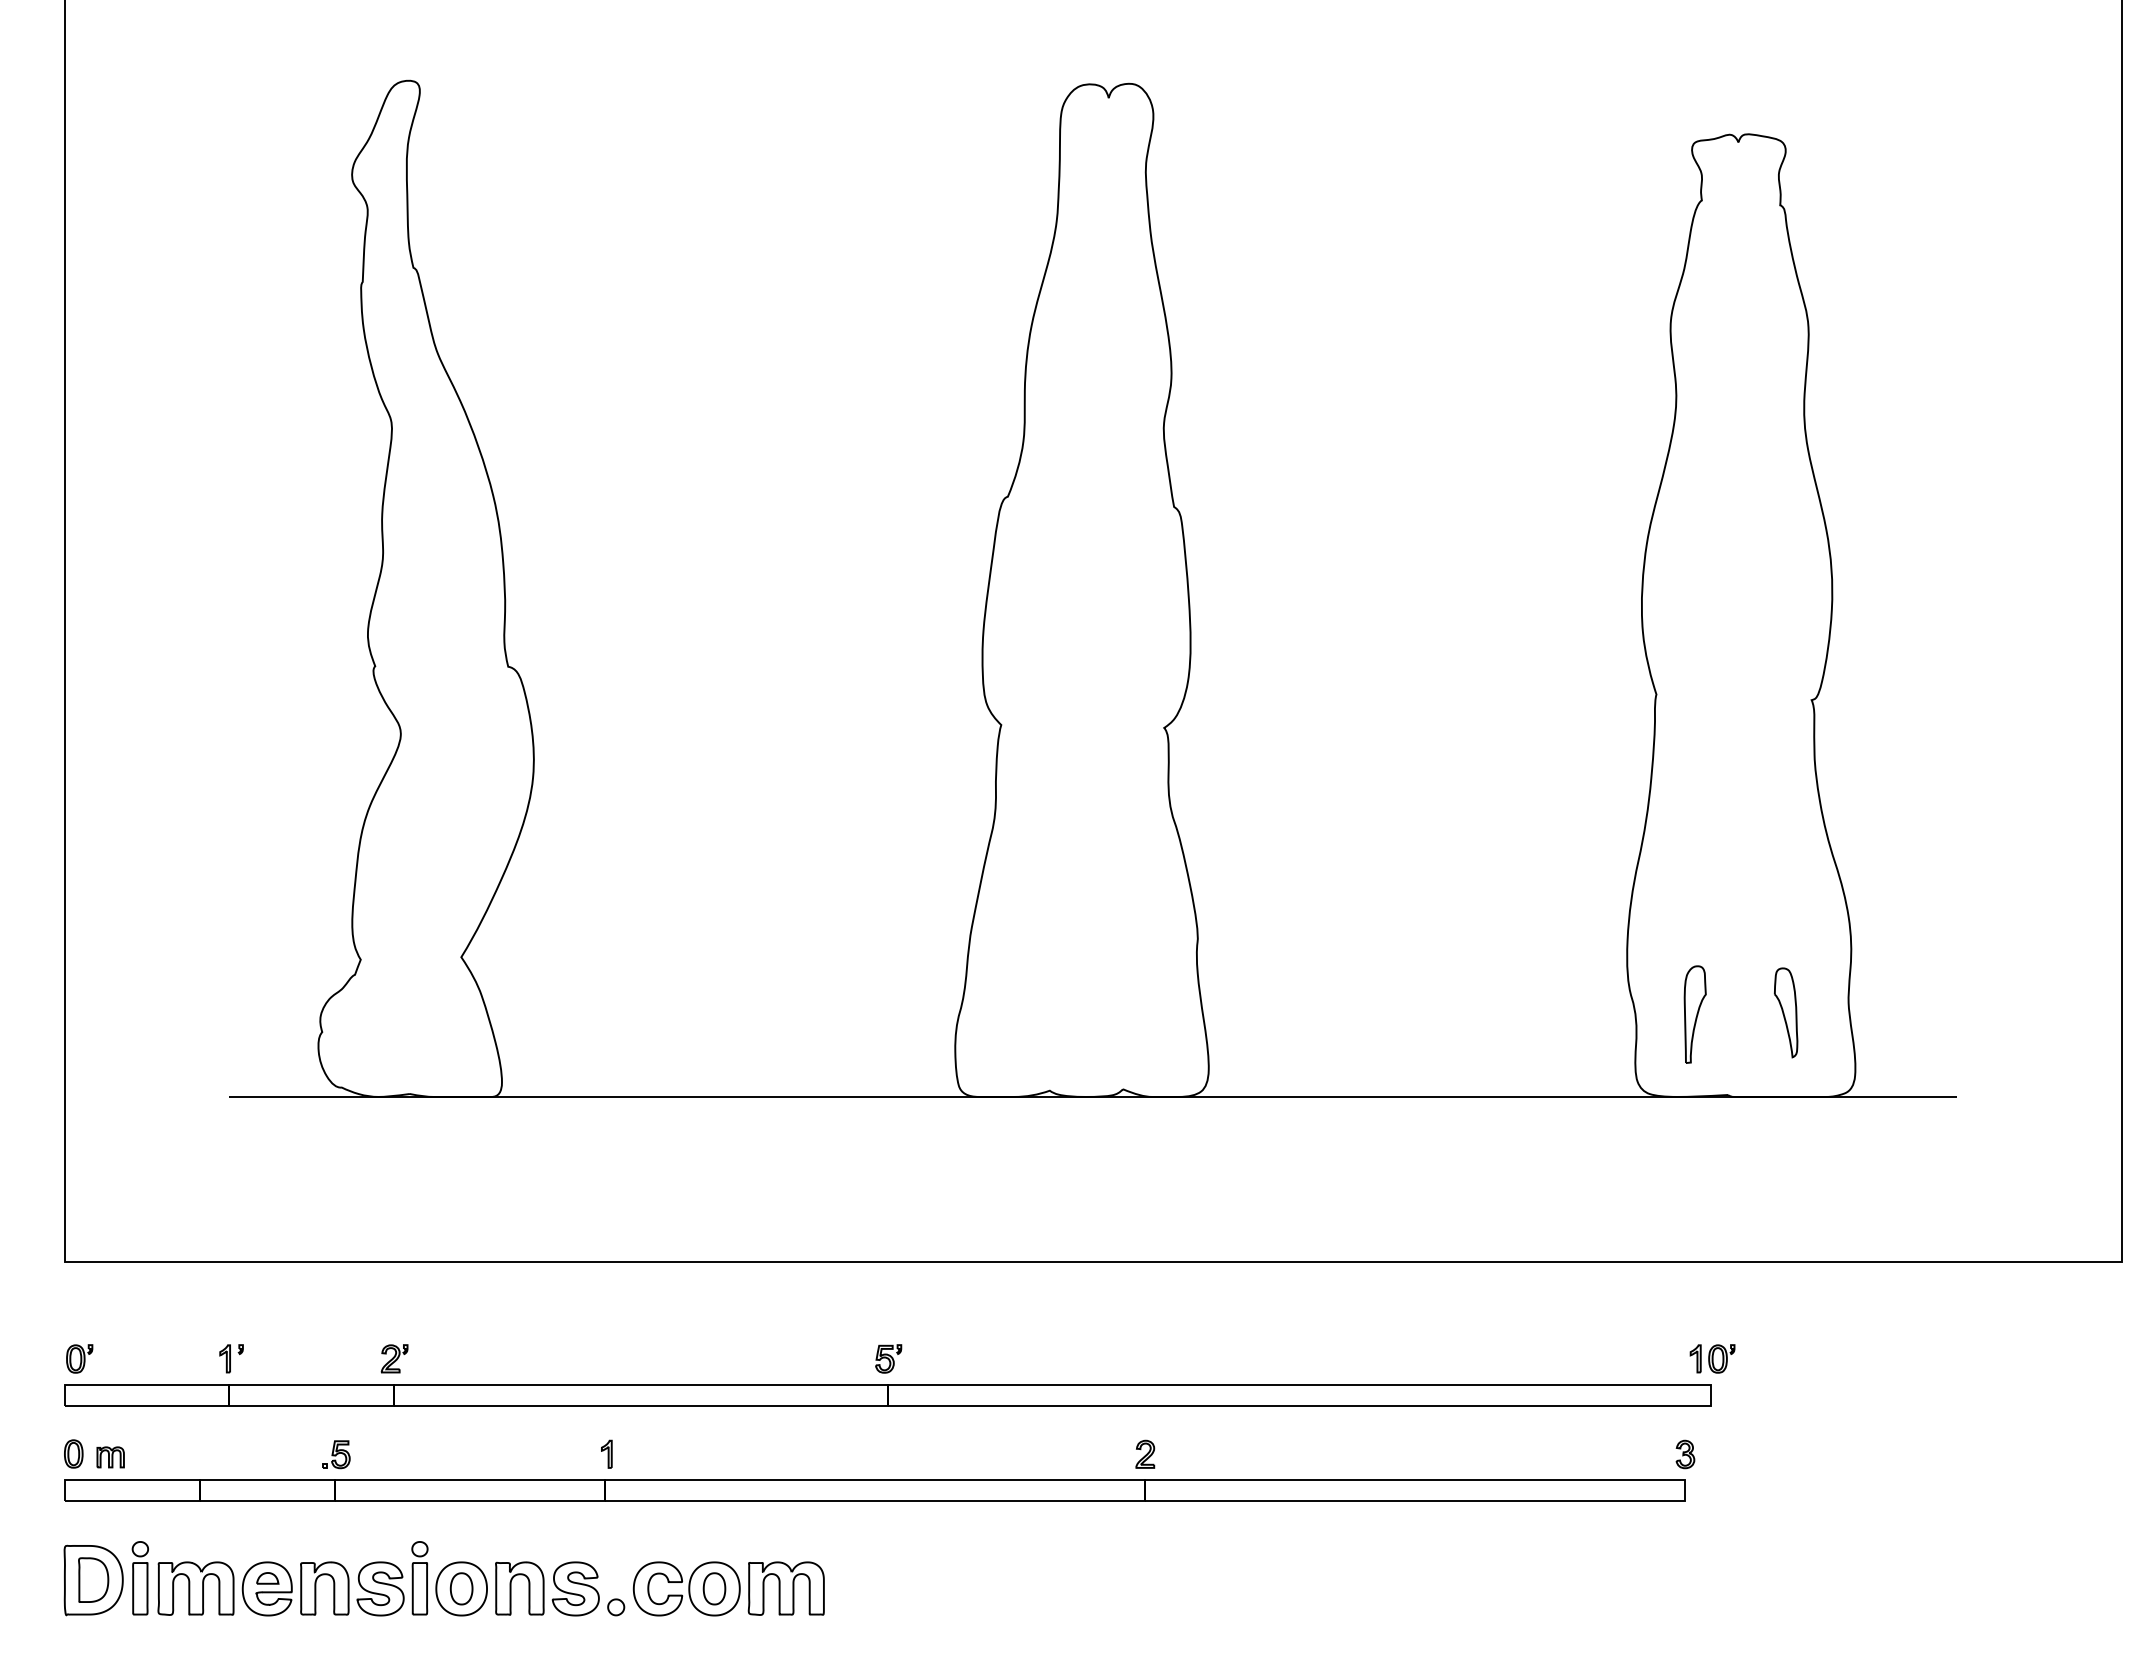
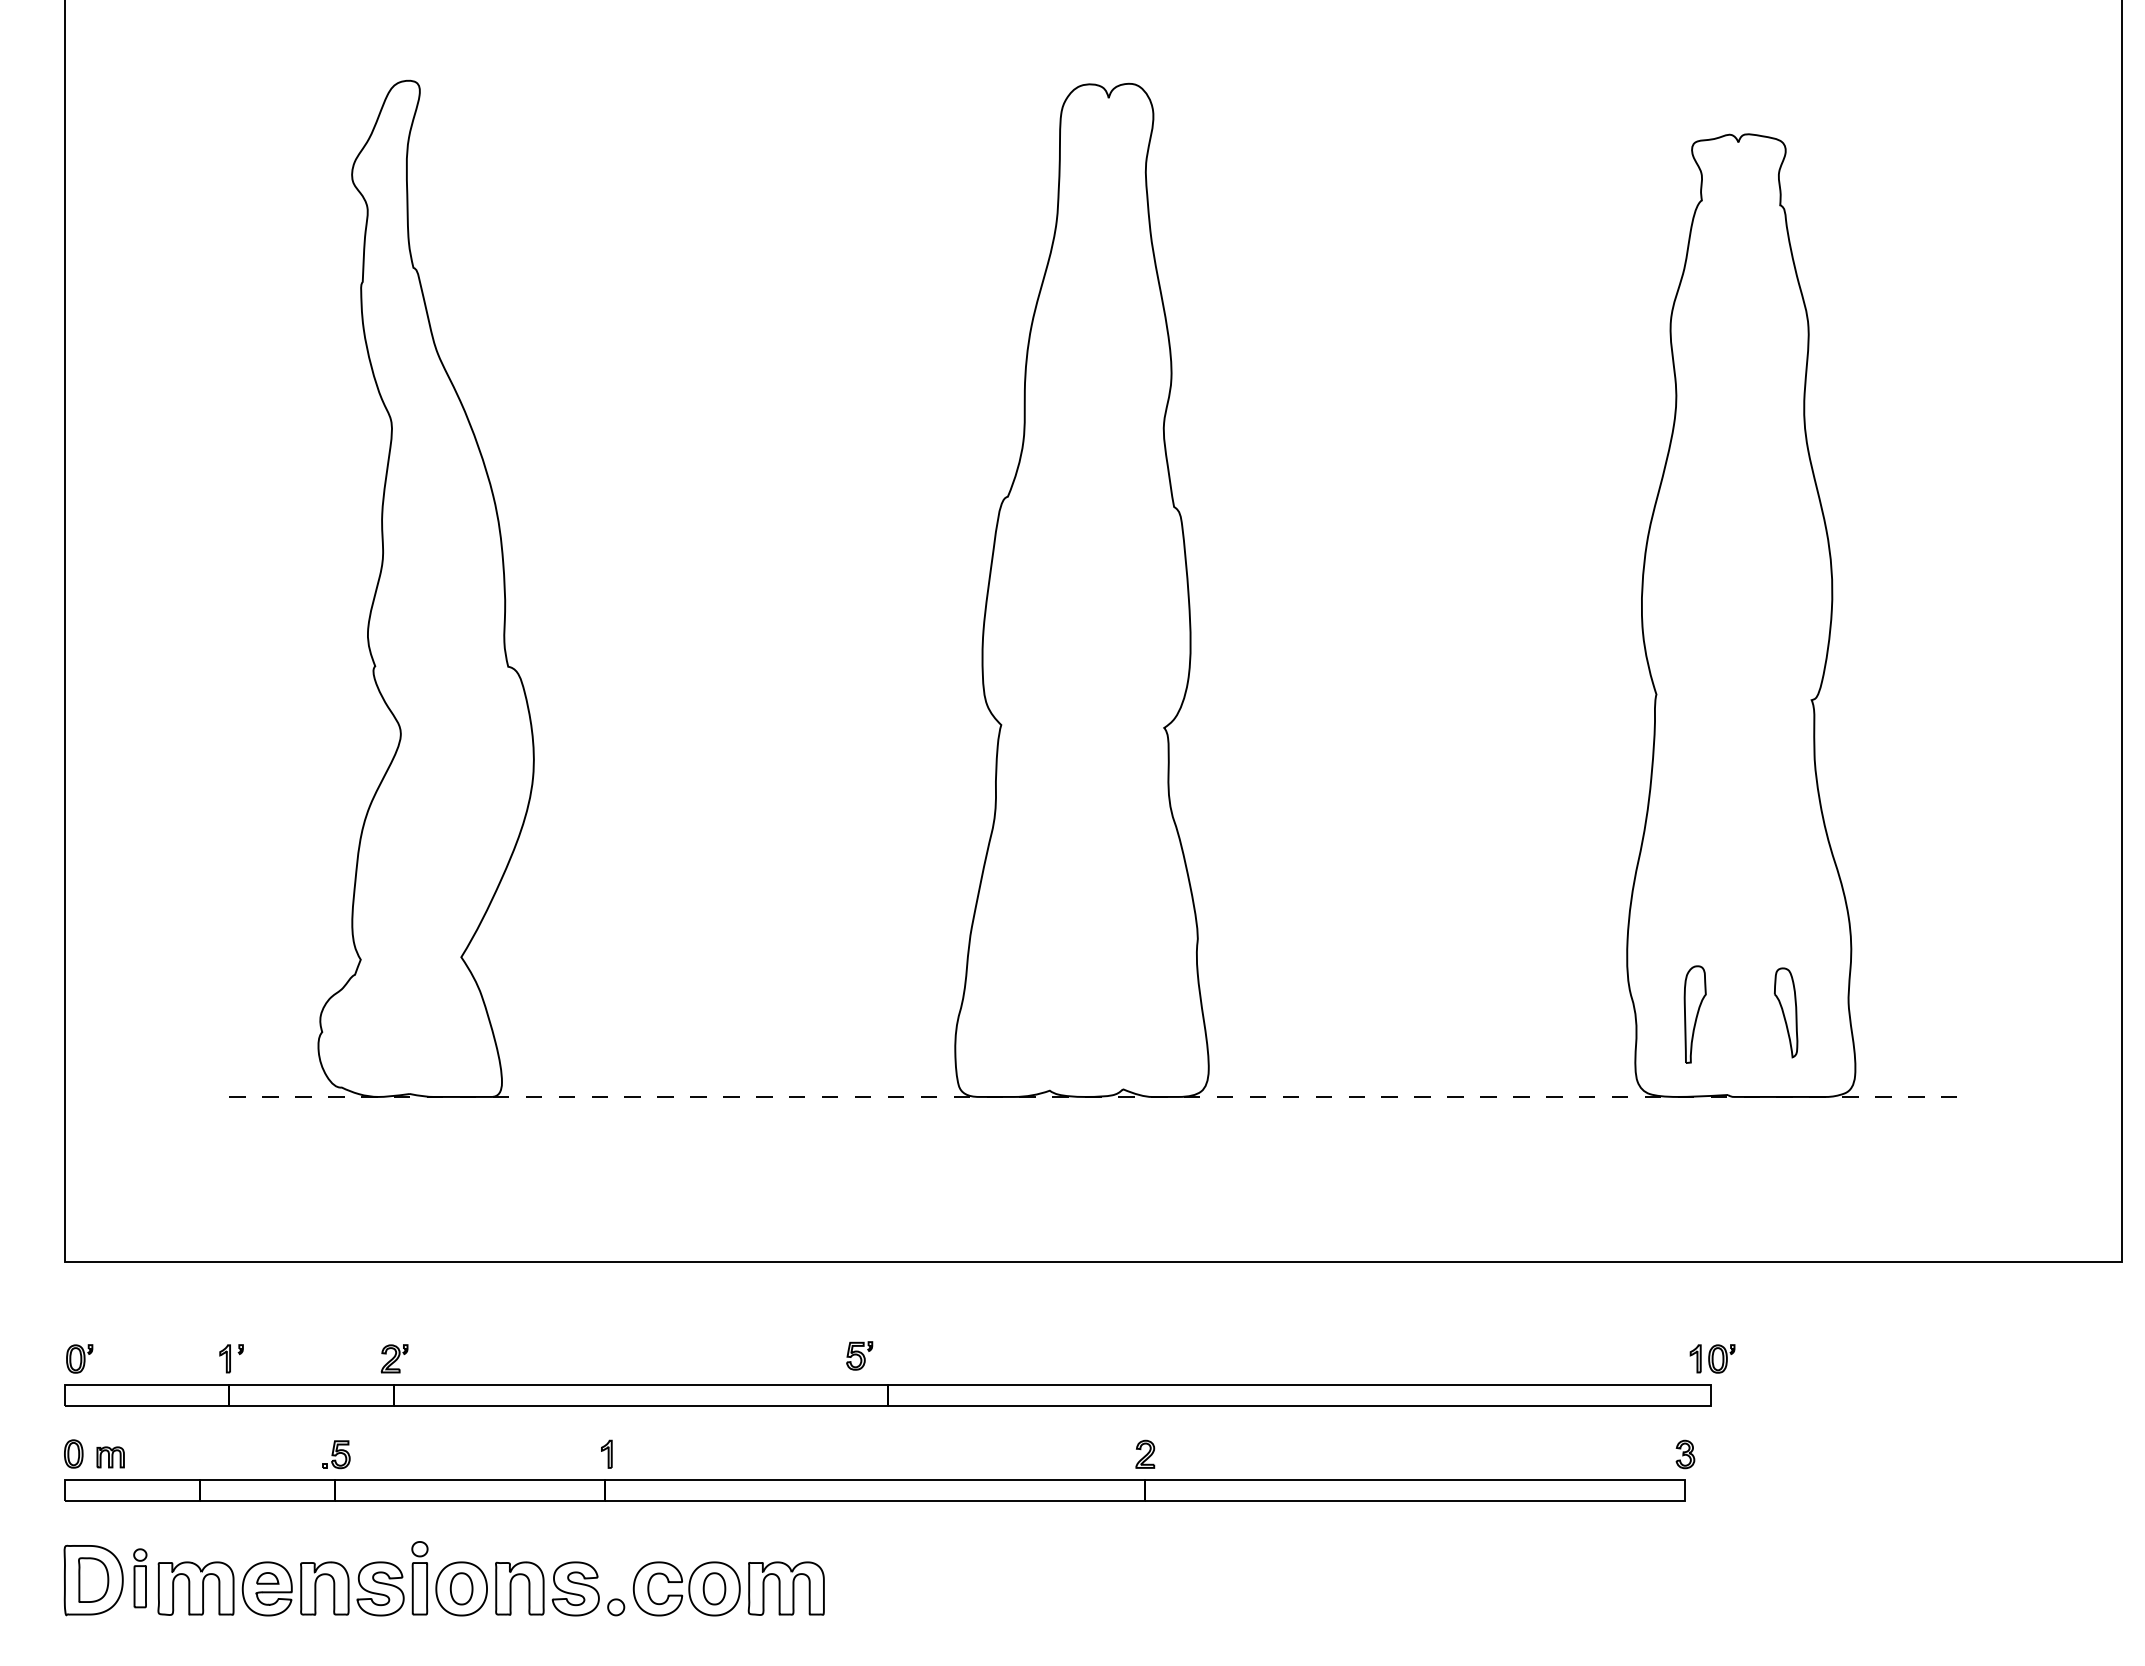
line at (1093, 1096): solid -> dashed
part at (888, 1358) position: (888, 1358) -> (859, 1355)
part at (139, 1578) size: 18x75 px -> 15x61 px
